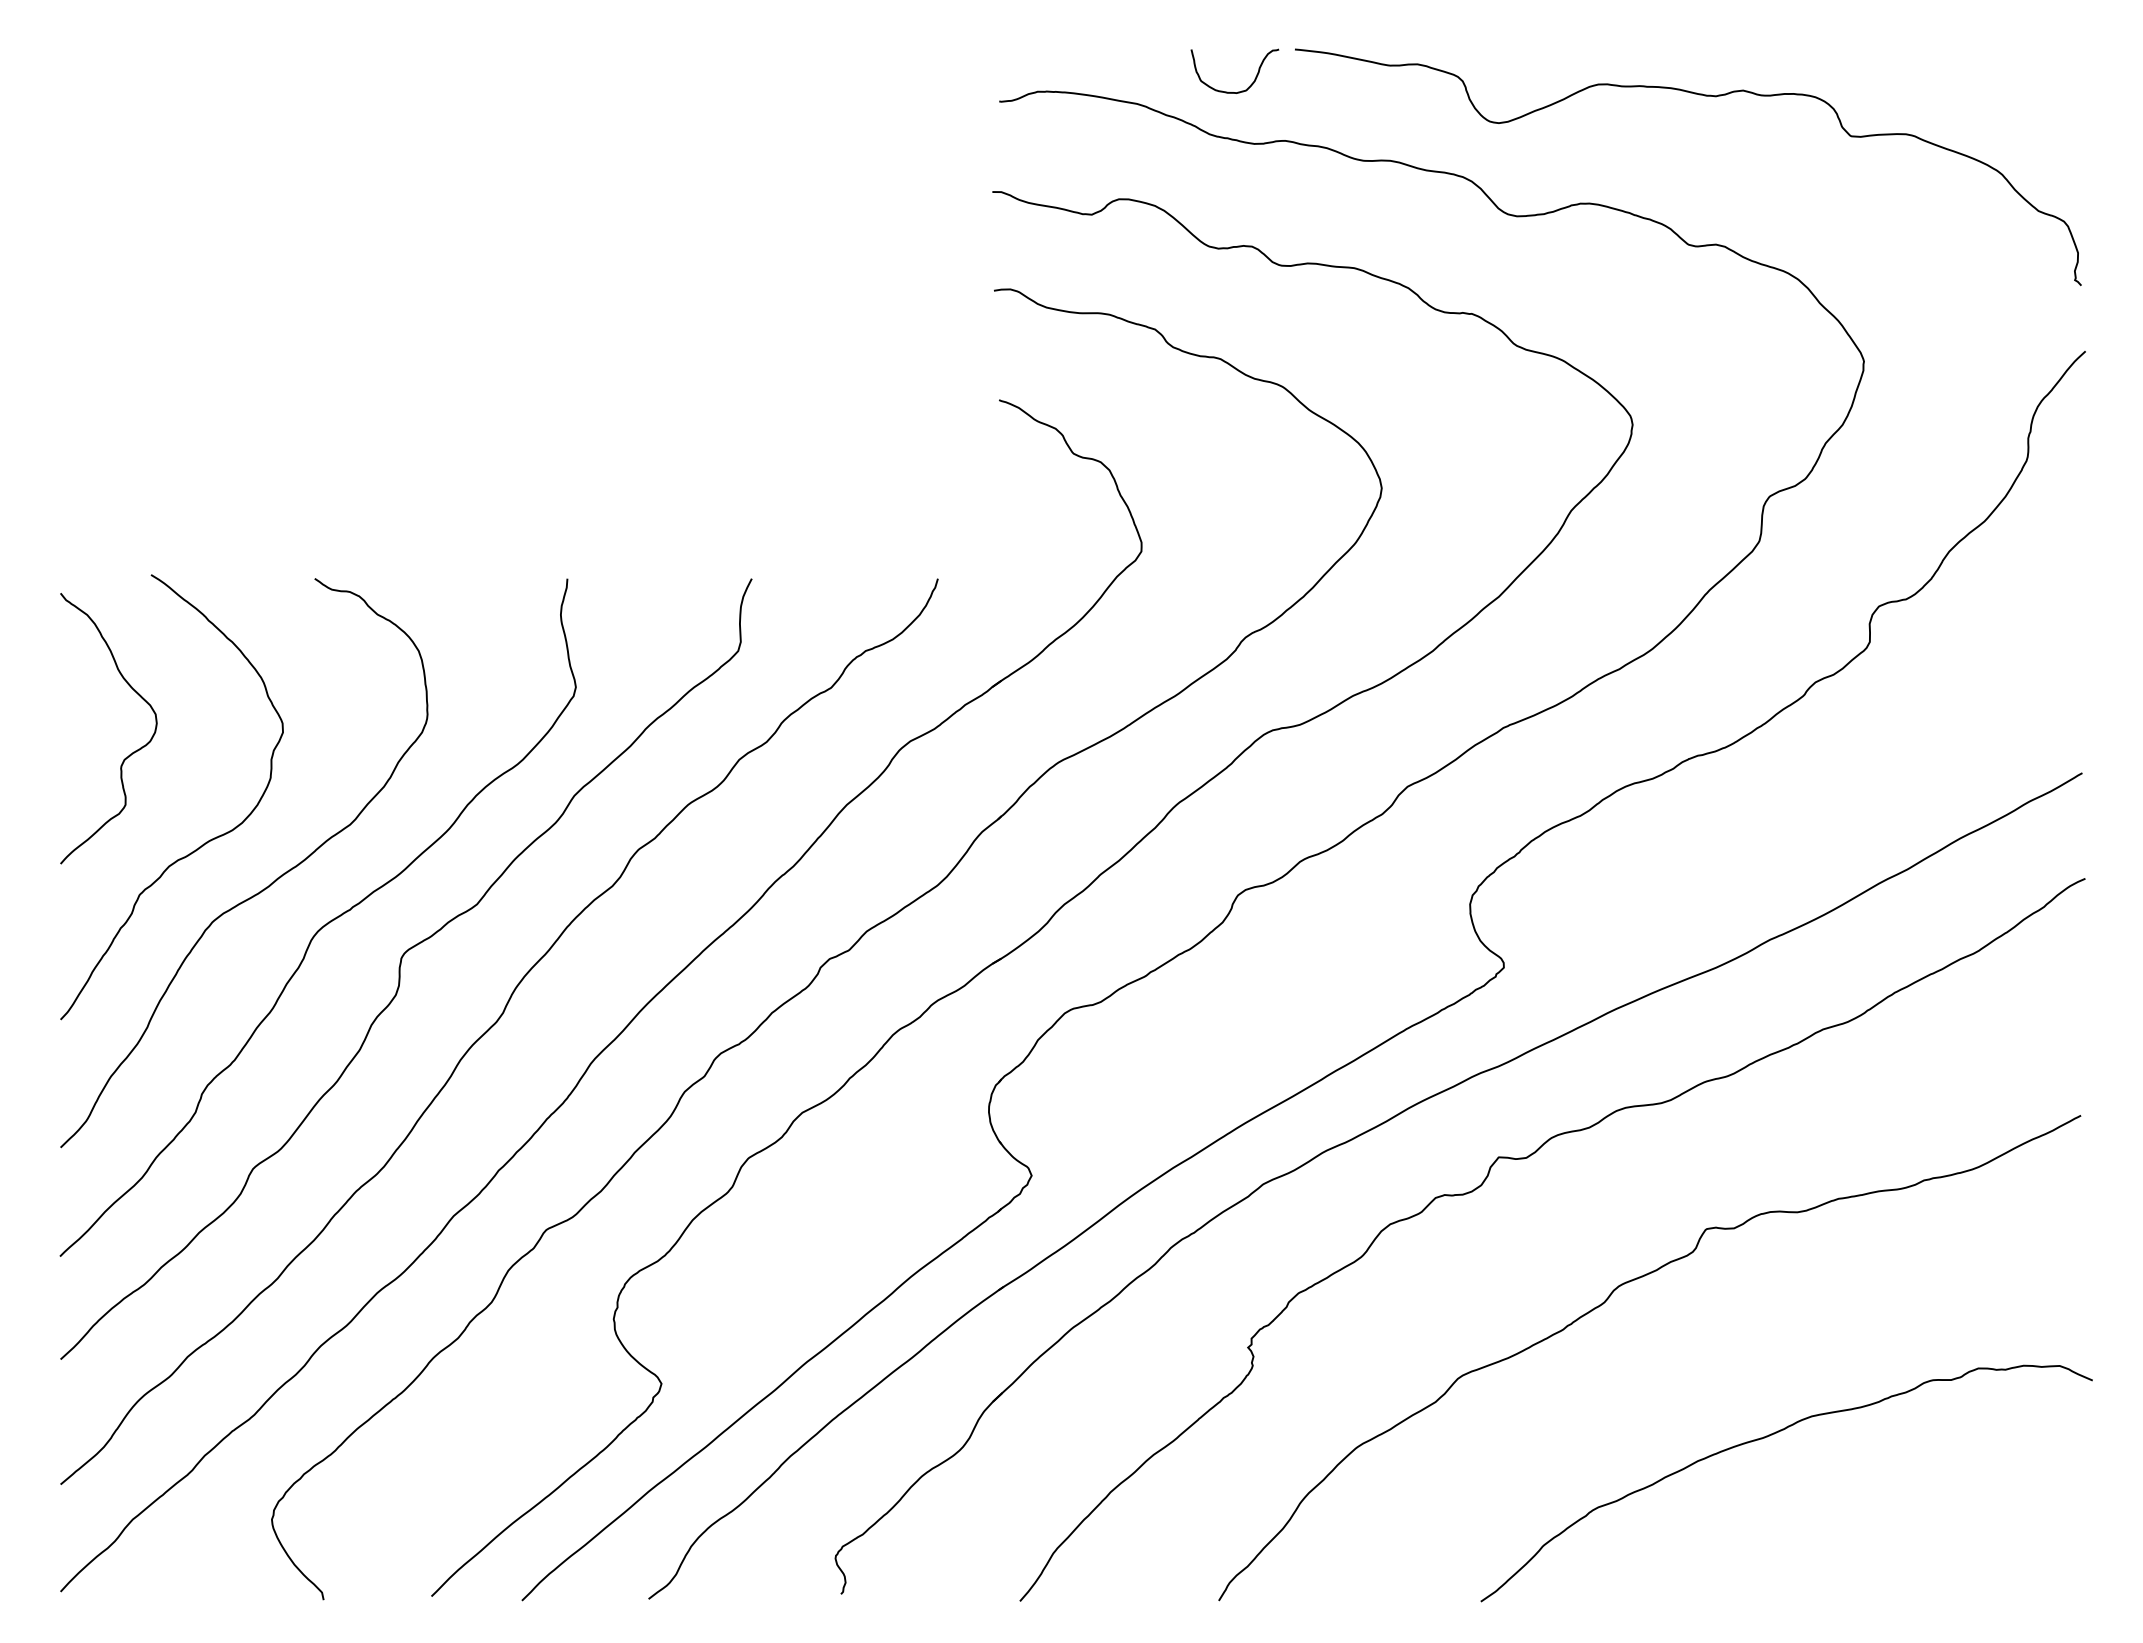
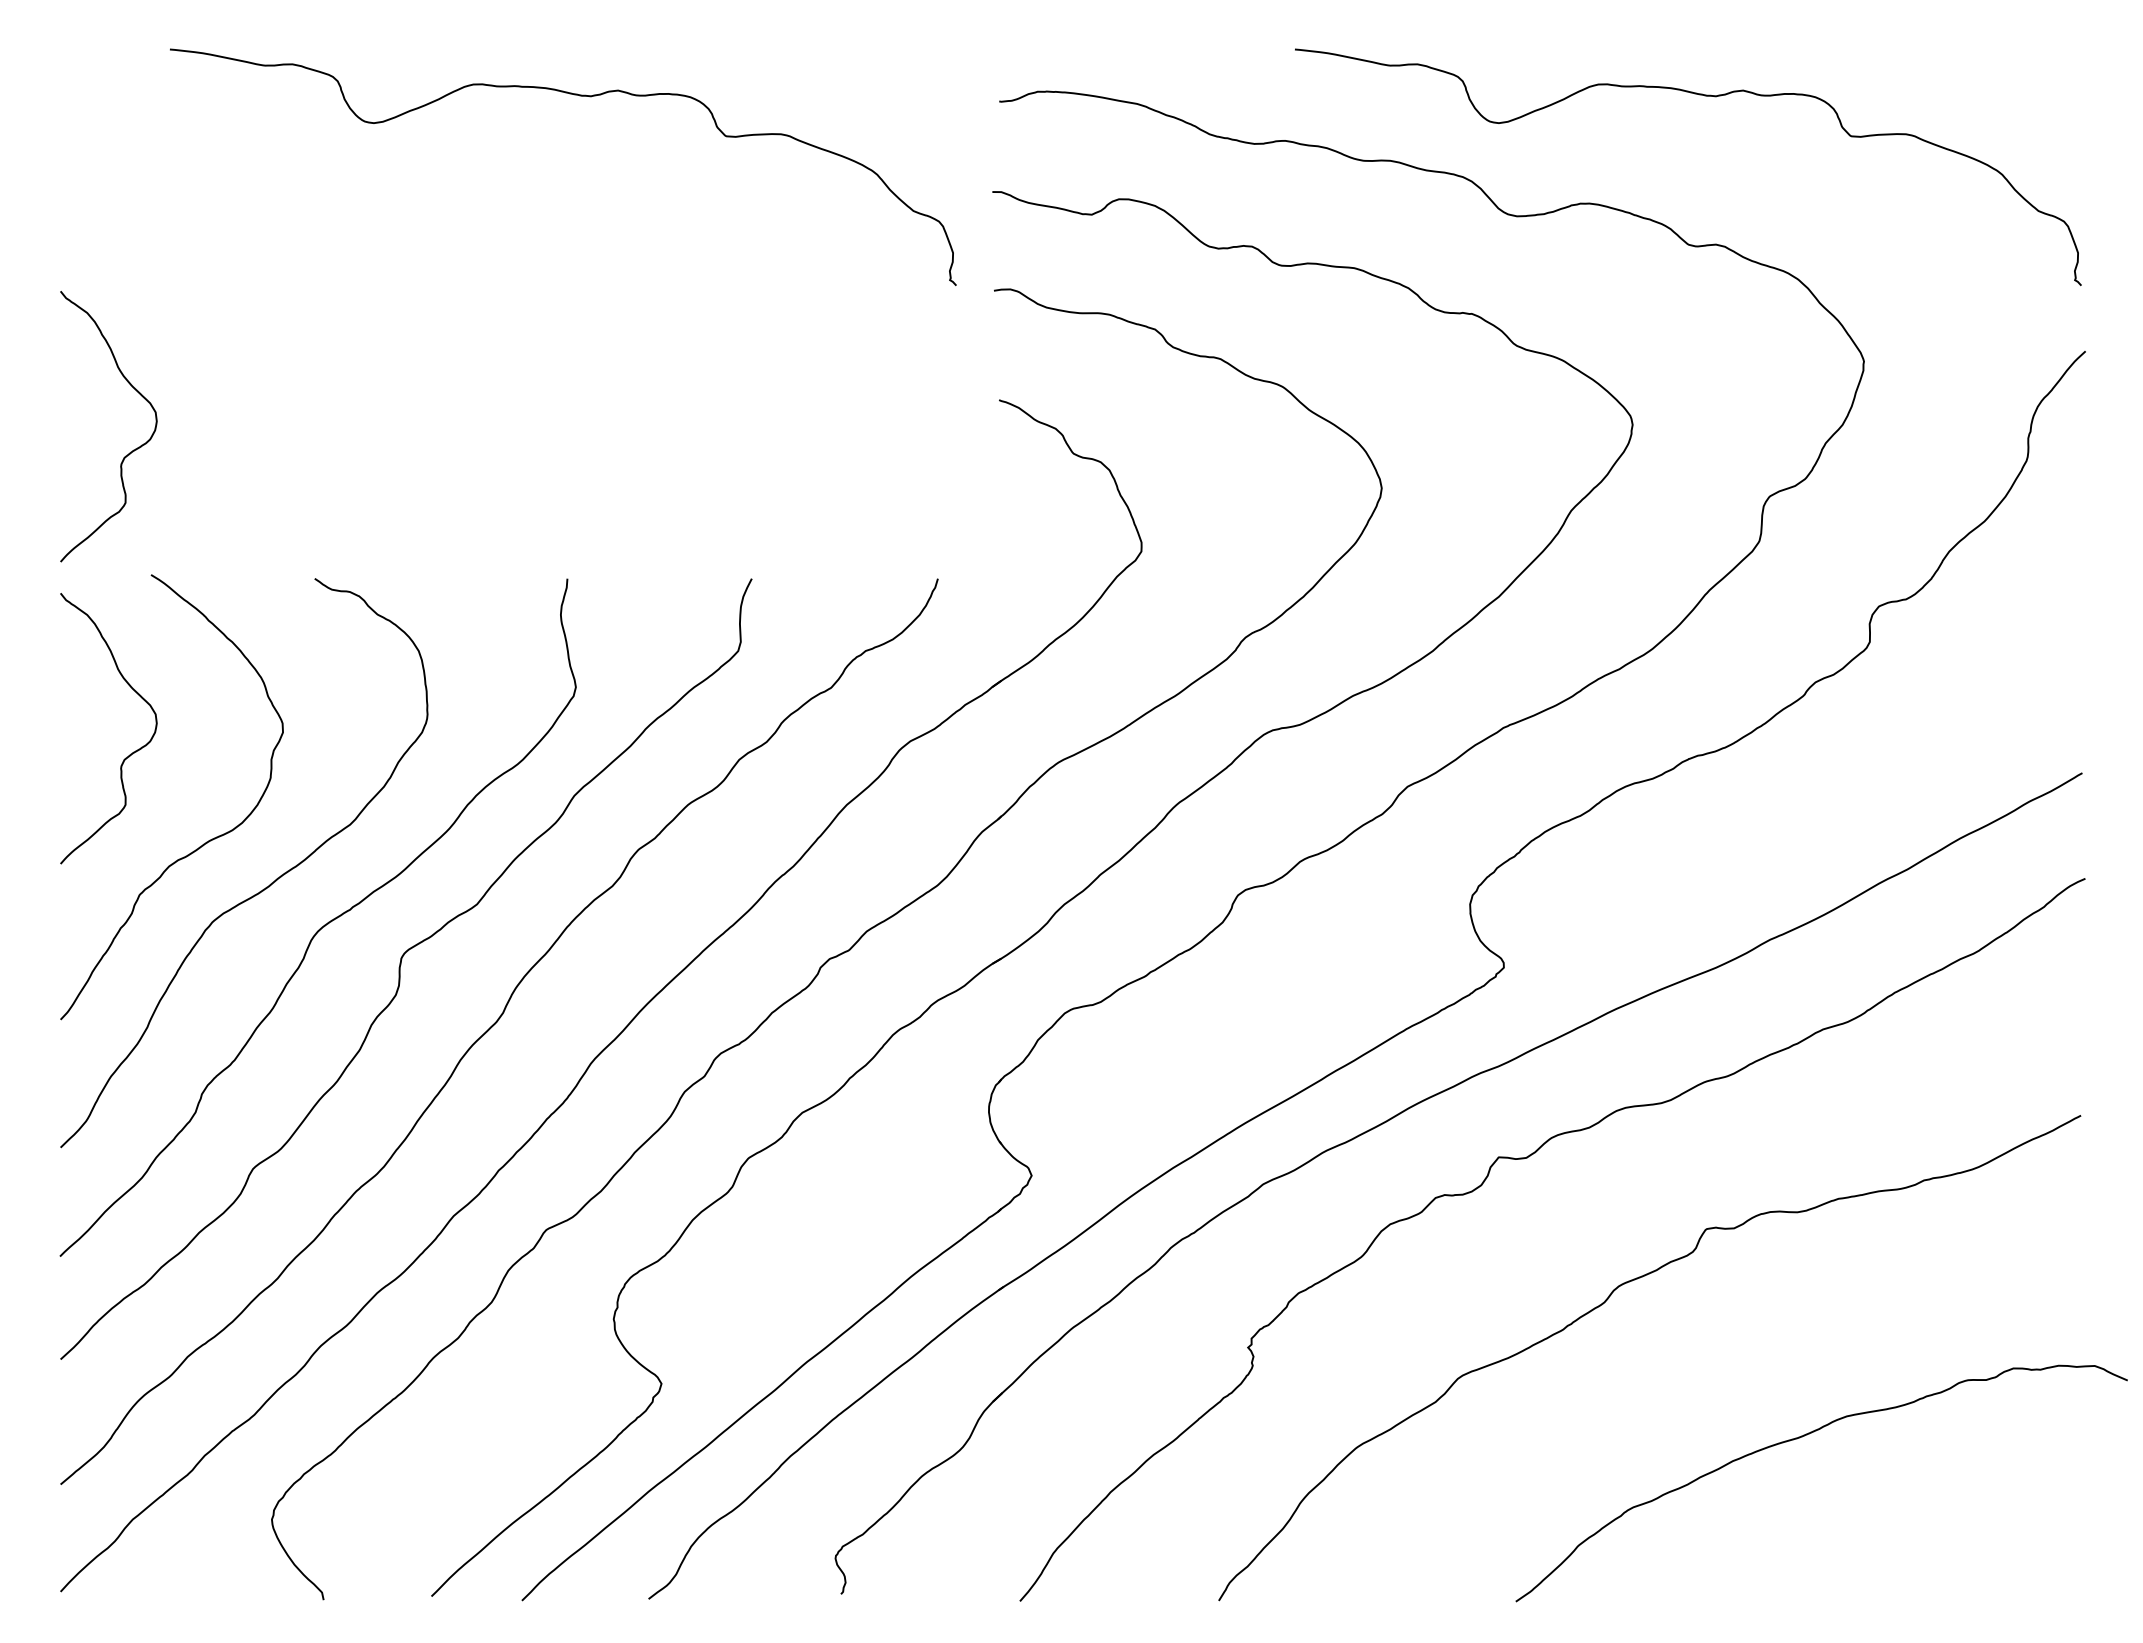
curve at (1241, 90): present -> none
curve at (579, 96): none -> present
curve at (130, 451): none -> present
curve at (1767, 1437) position: (1767, 1437) -> (1802, 1437)
